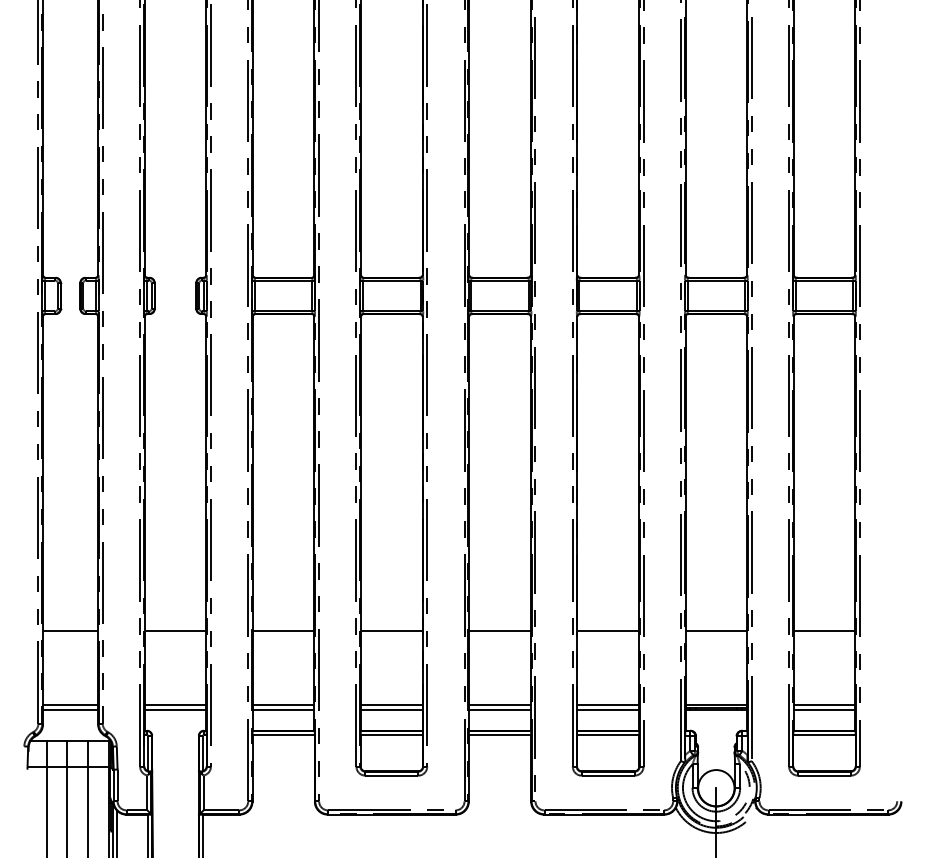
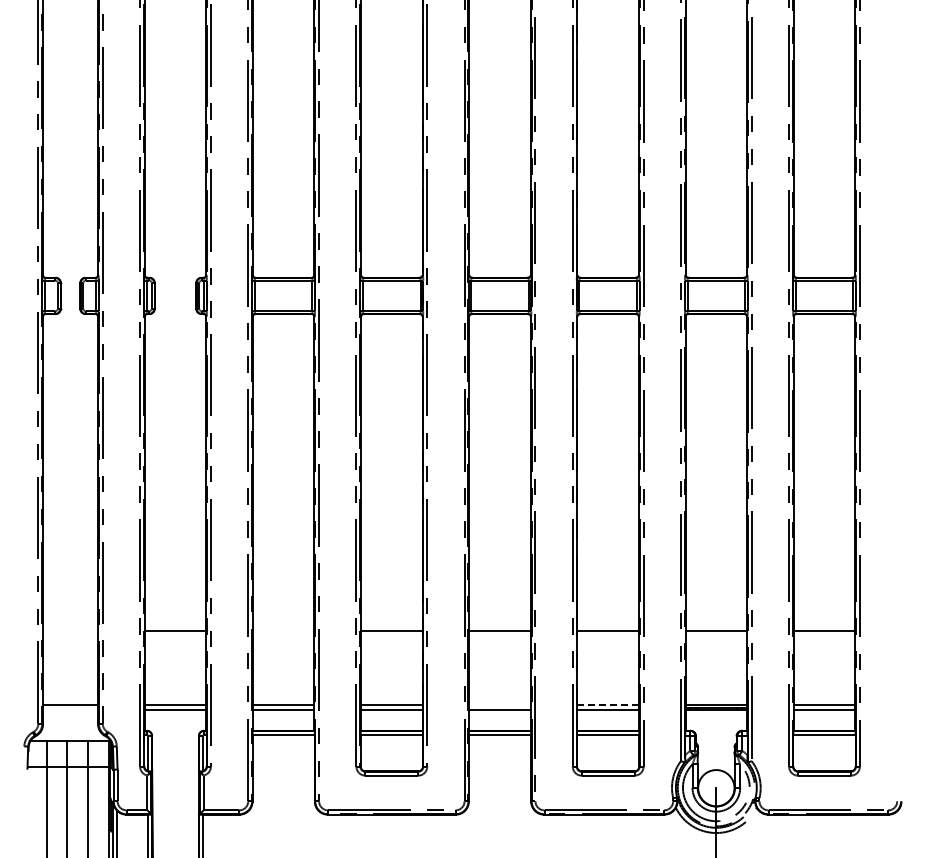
line at (70, 630): present -> none
line at (283, 630): present -> none
line at (499, 704): present -> none
line at (608, 704): solid -> dashed
line at (70, 710): present -> none
